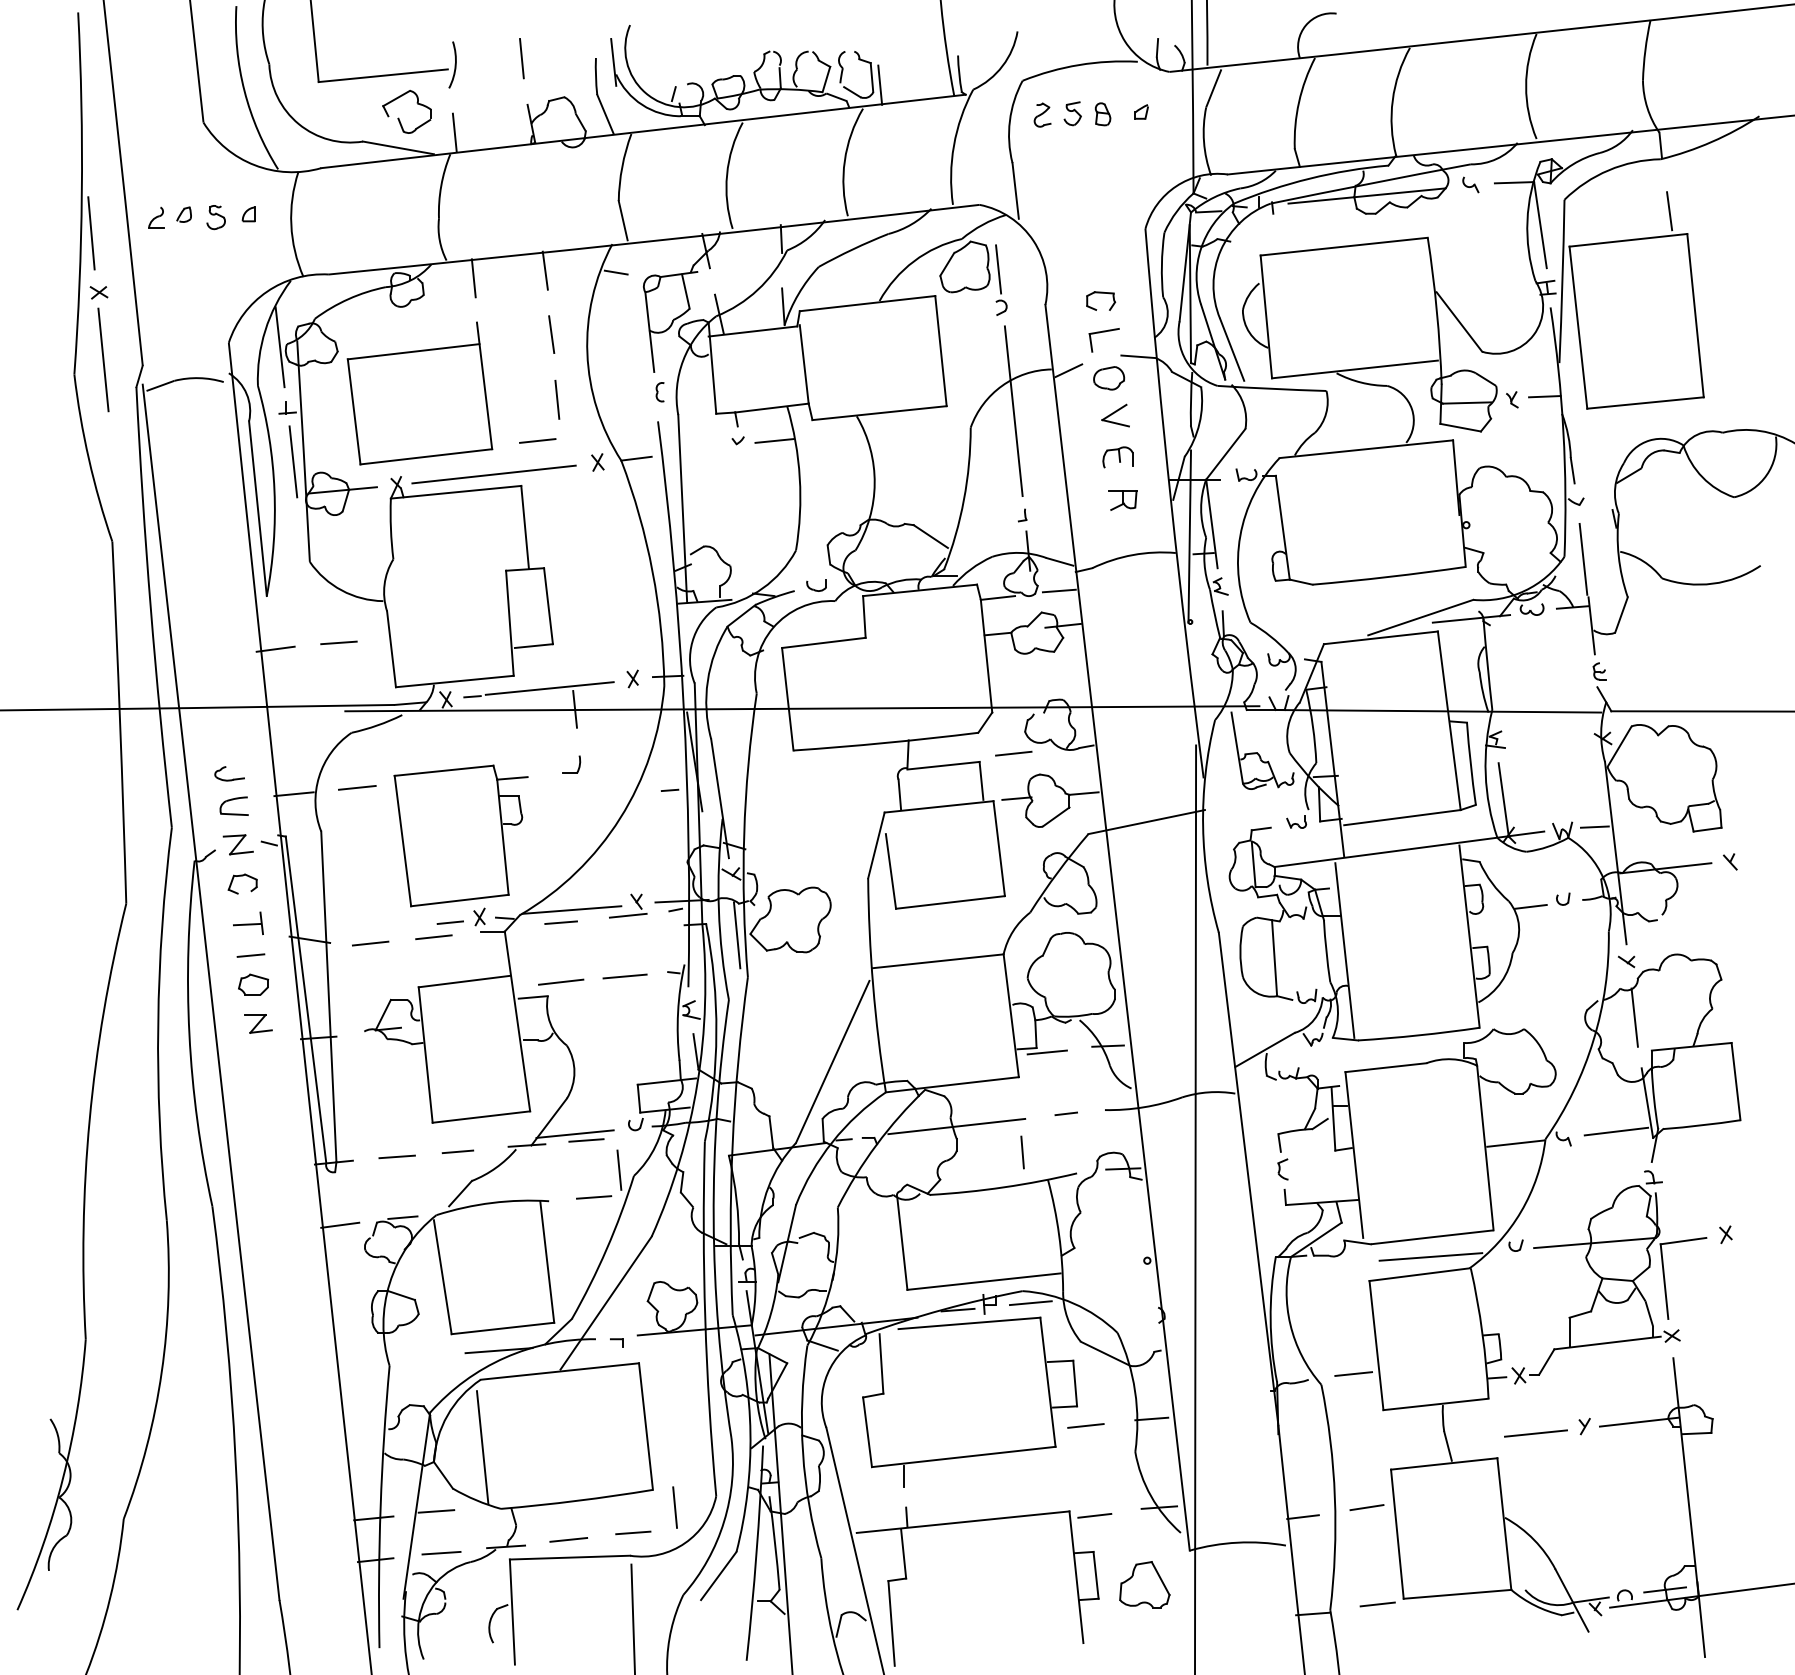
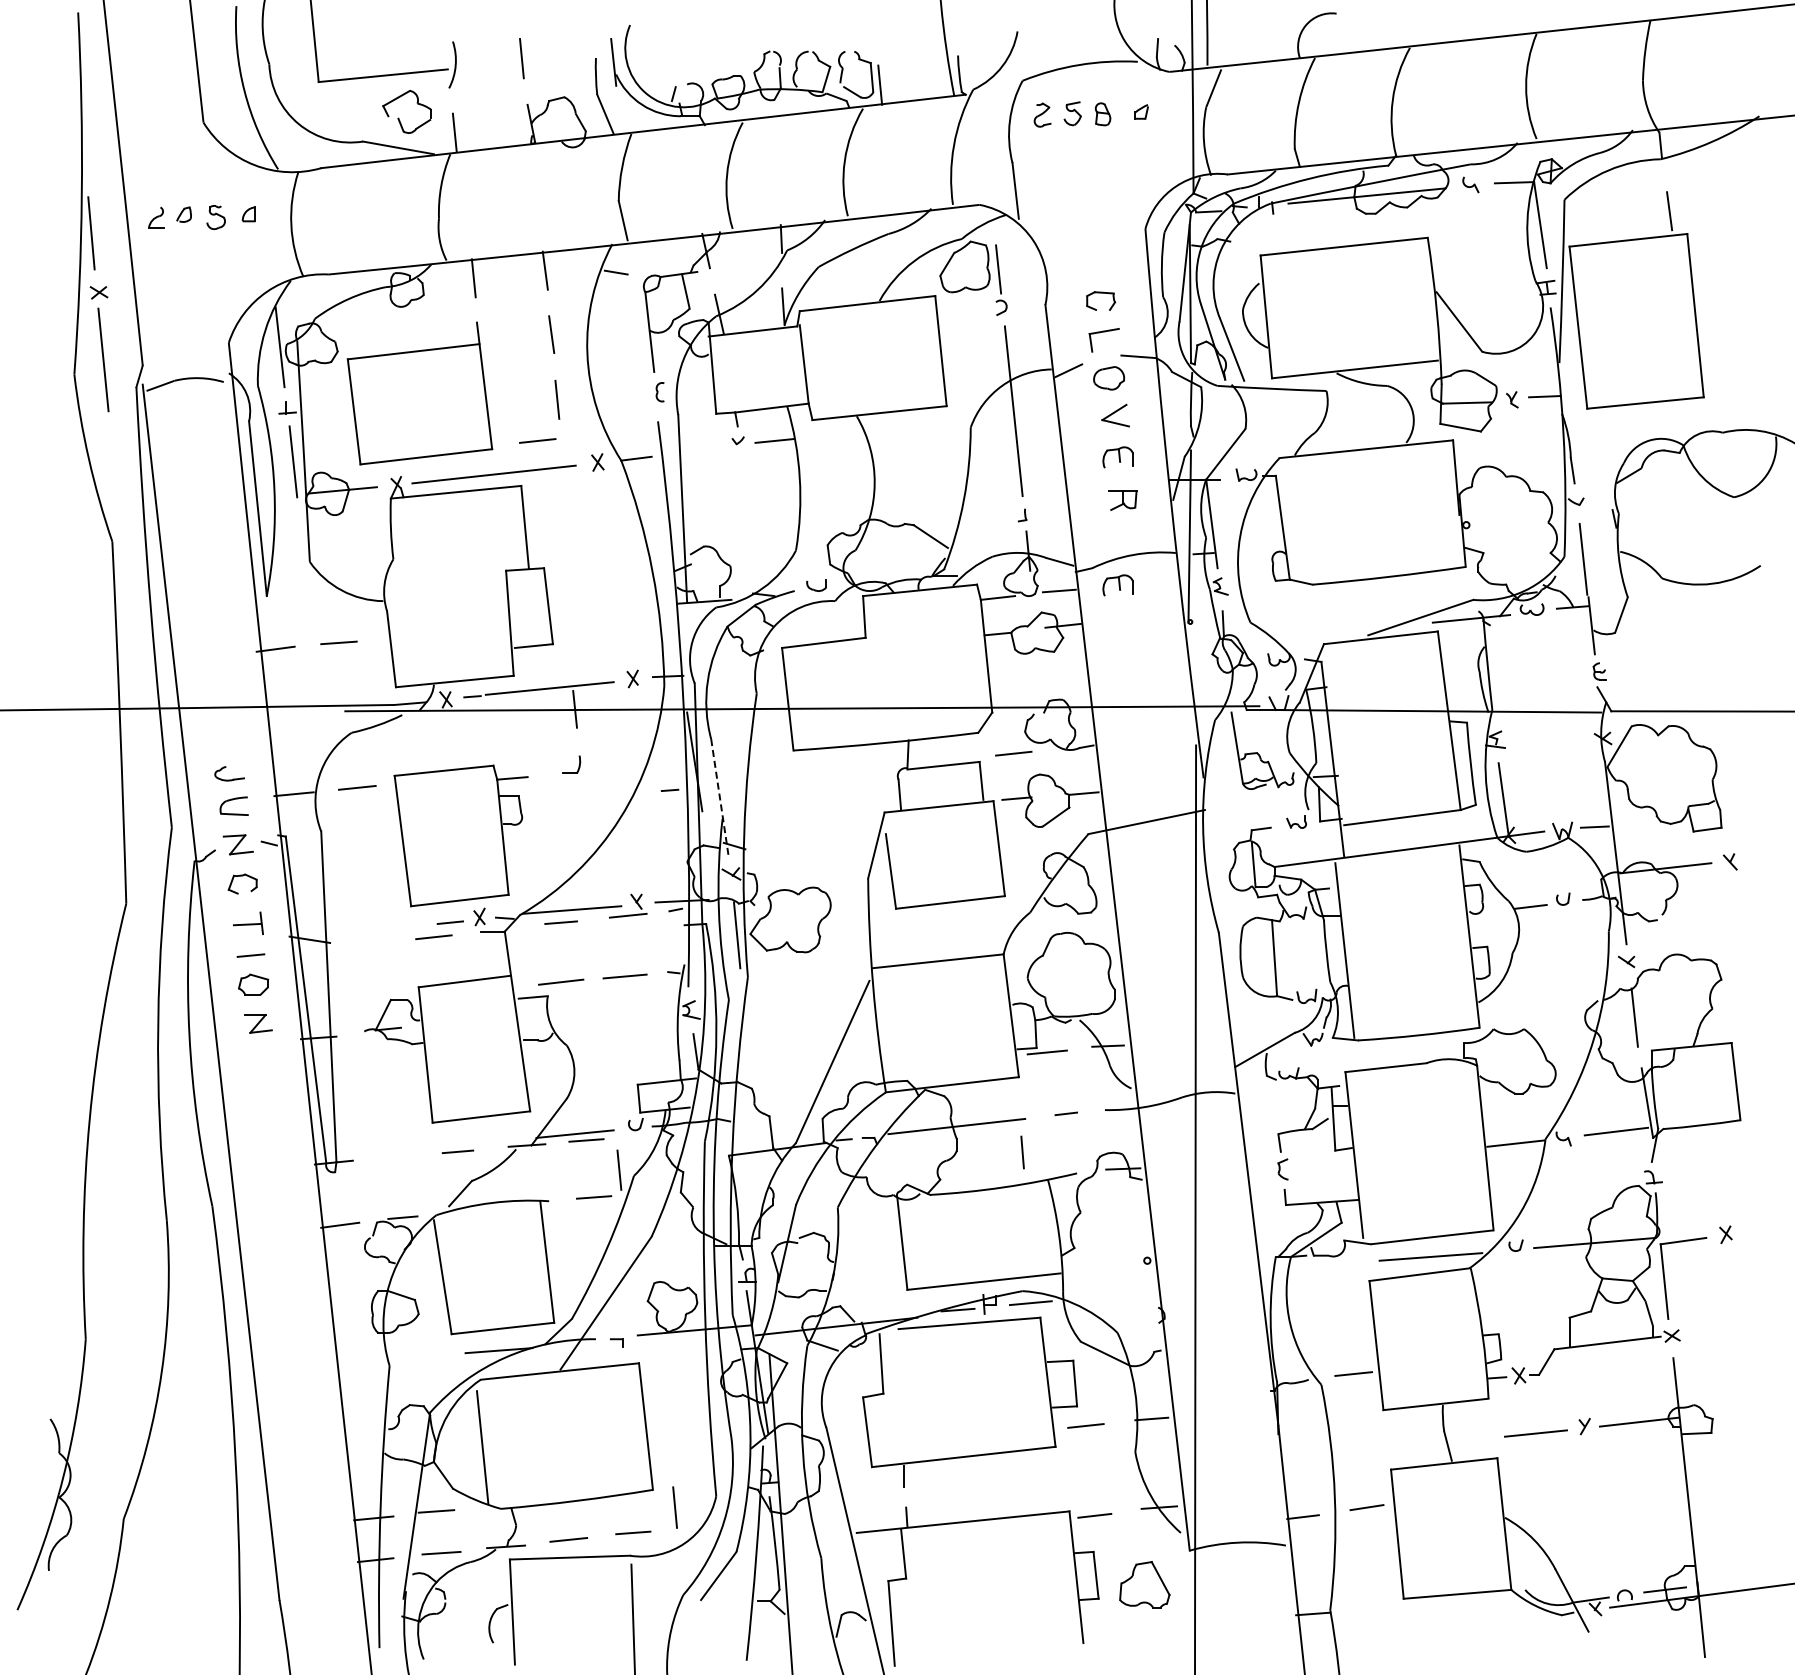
part at (1117, 585): none -> present
line at (720, 799): solid -> dashed
line at (370, 943): present -> none
line at (396, 1156): present -> none
line at (1377, 1604): present -> none
